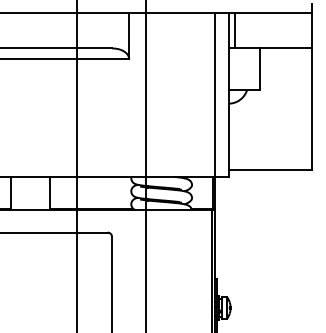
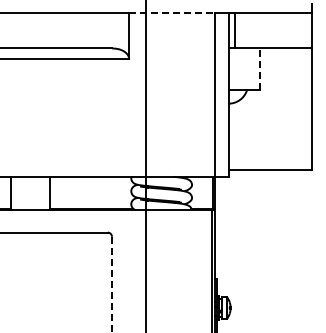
line at (172, 12): solid -> dashed
line at (260, 69): solid -> dashed
line at (76, 165): present -> none
line at (111, 285): solid -> dashed
